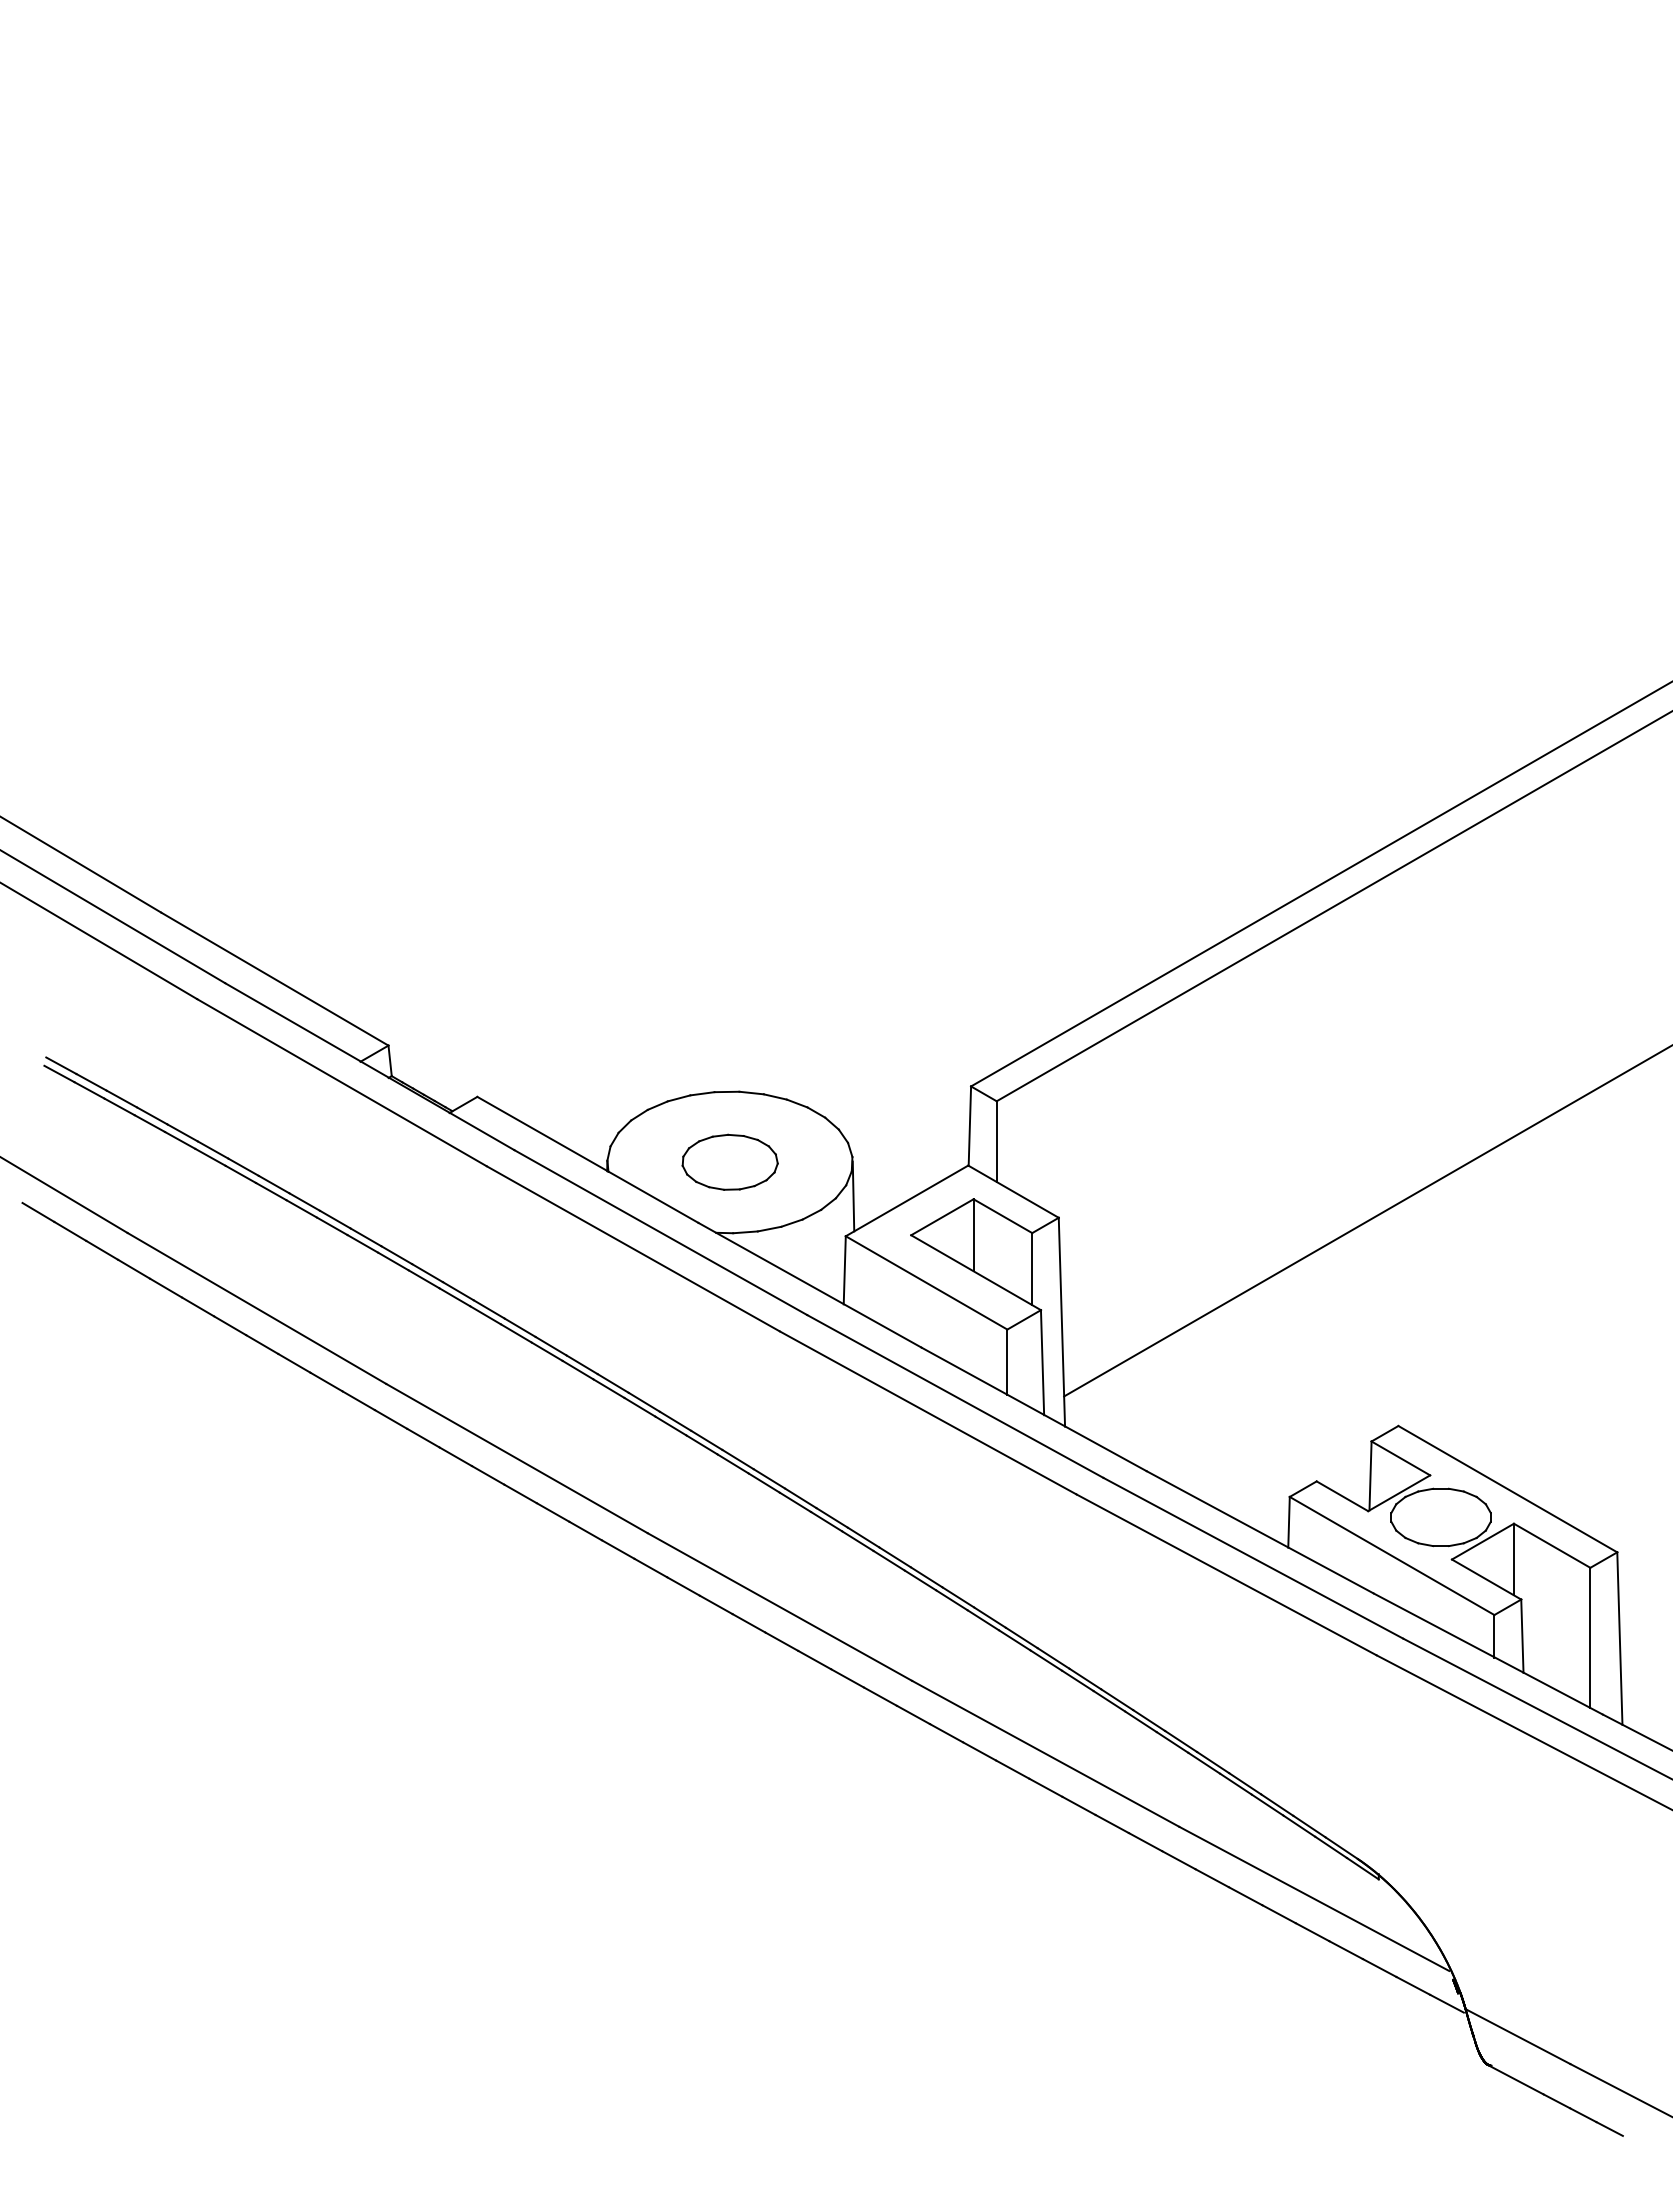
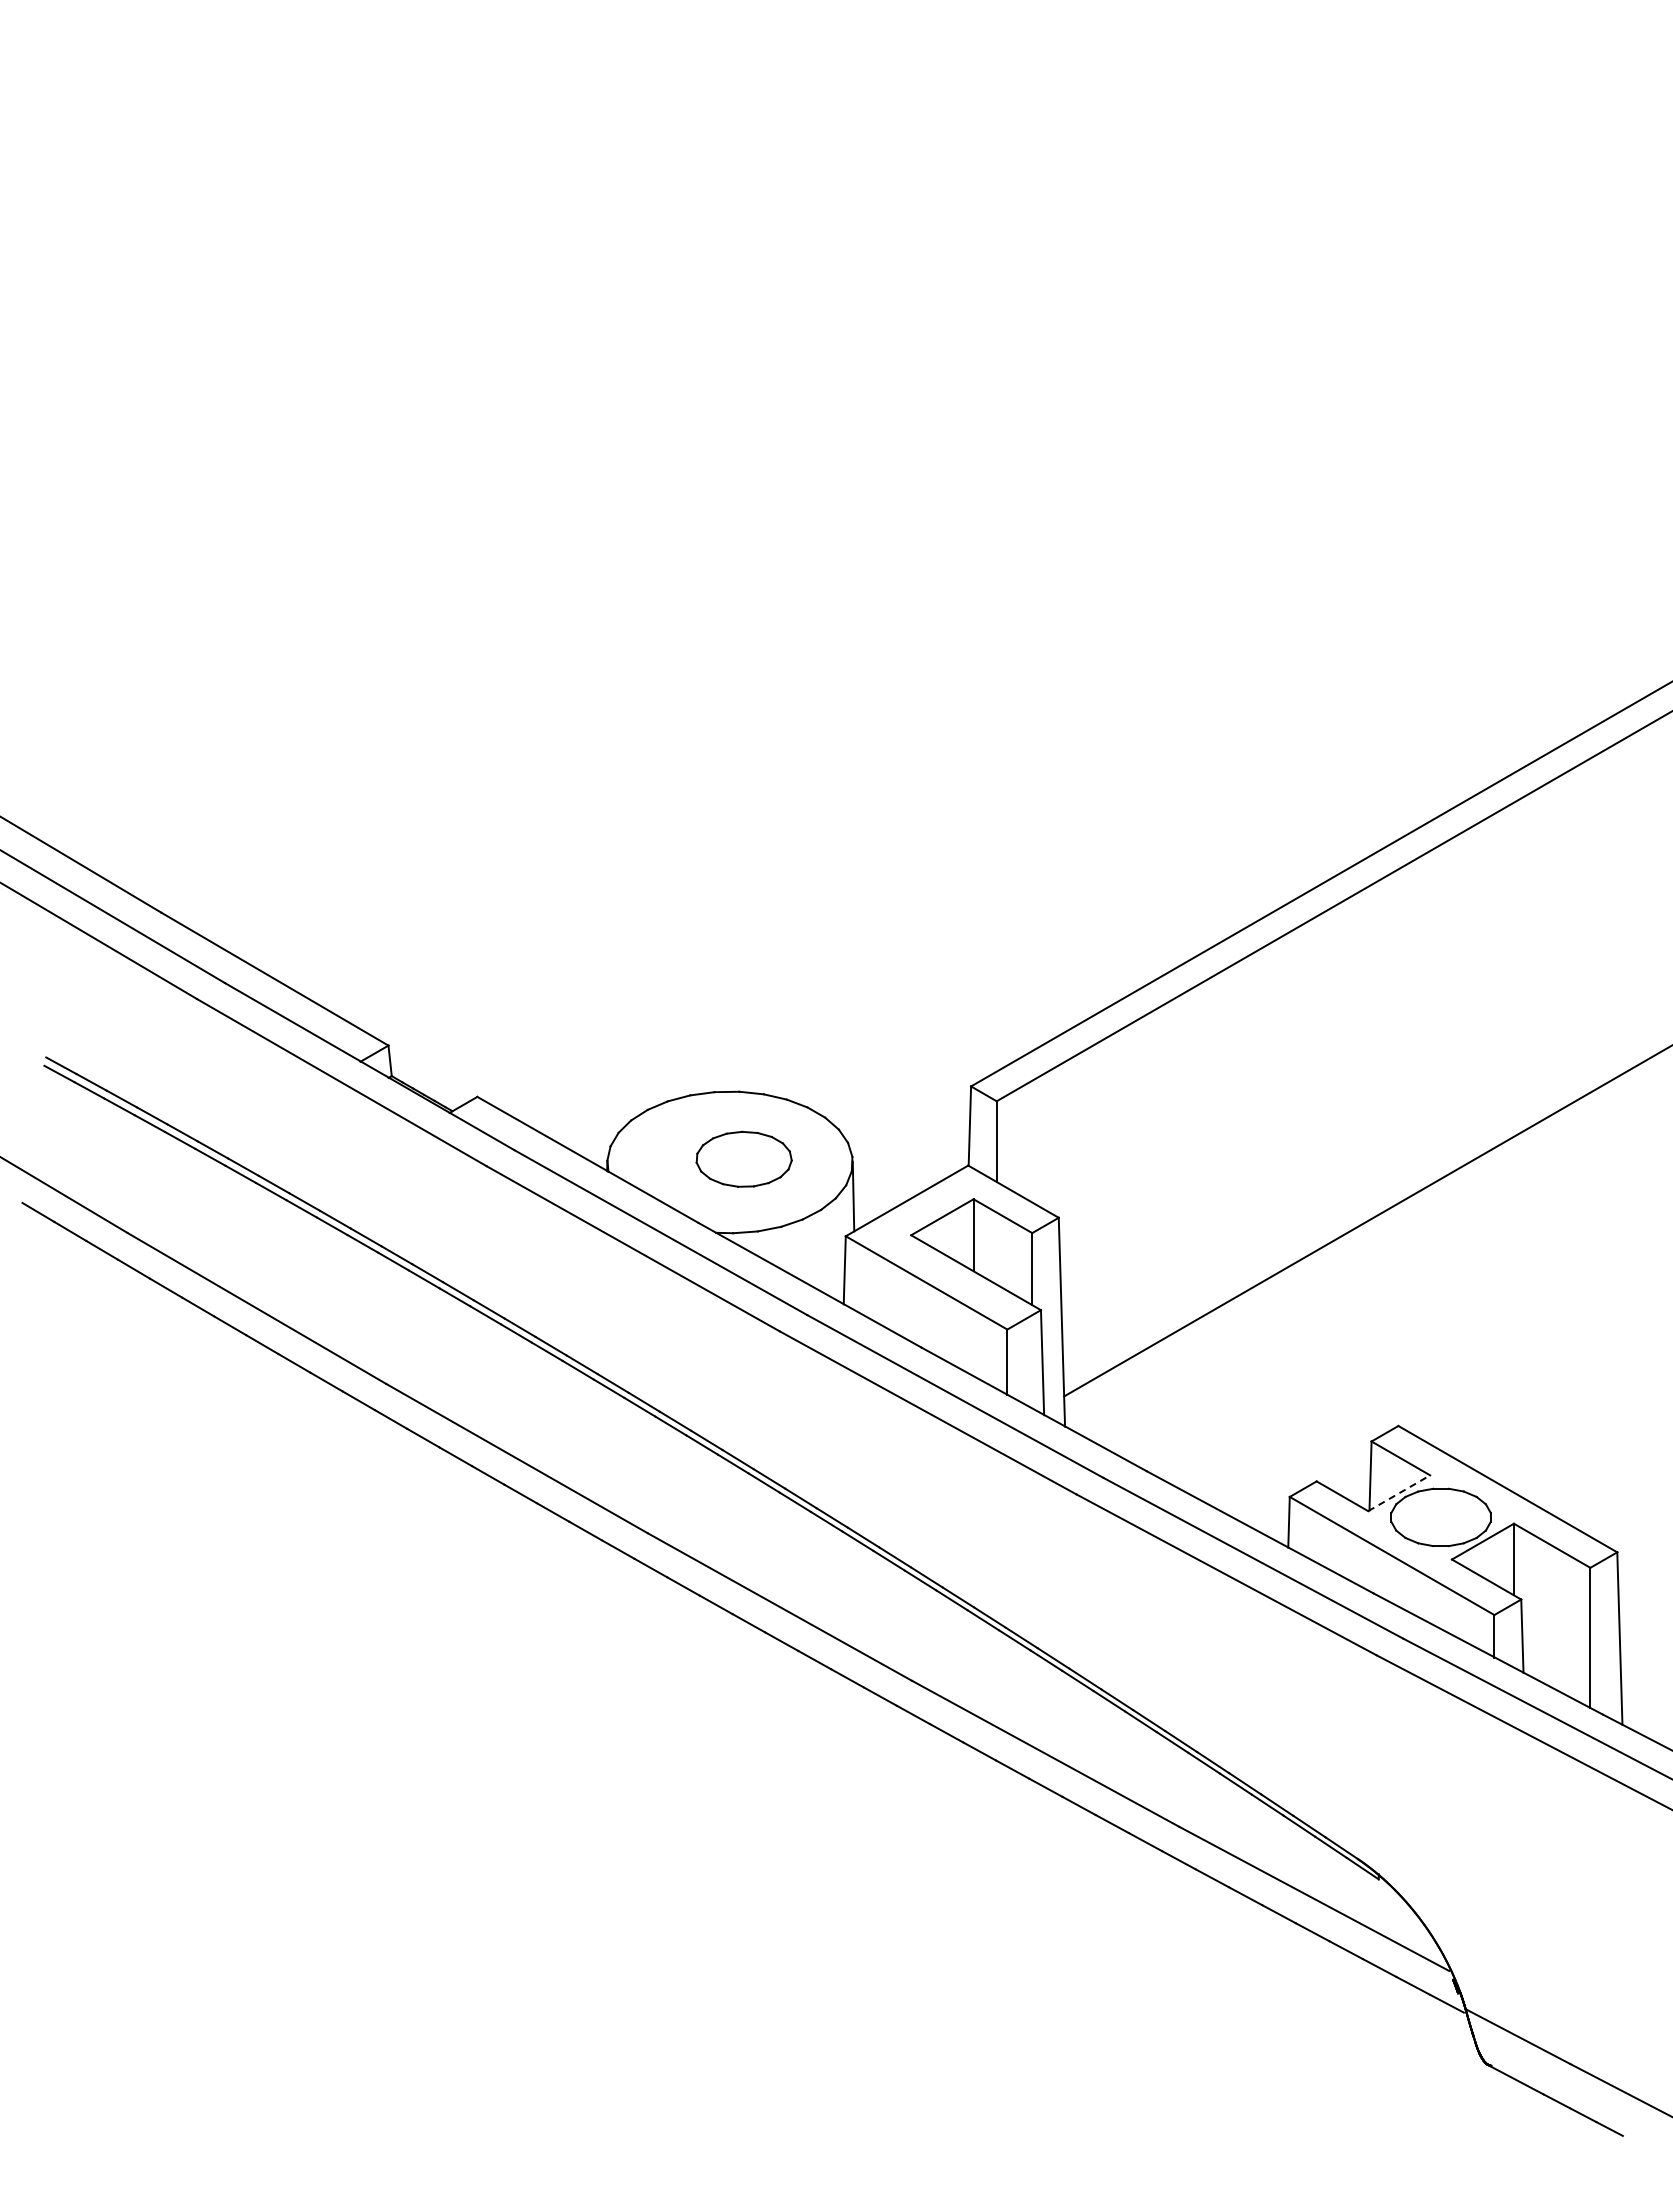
part at (729, 1161) position: (729, 1161) -> (743, 1158)
line at (1399, 1493): solid -> dashed
